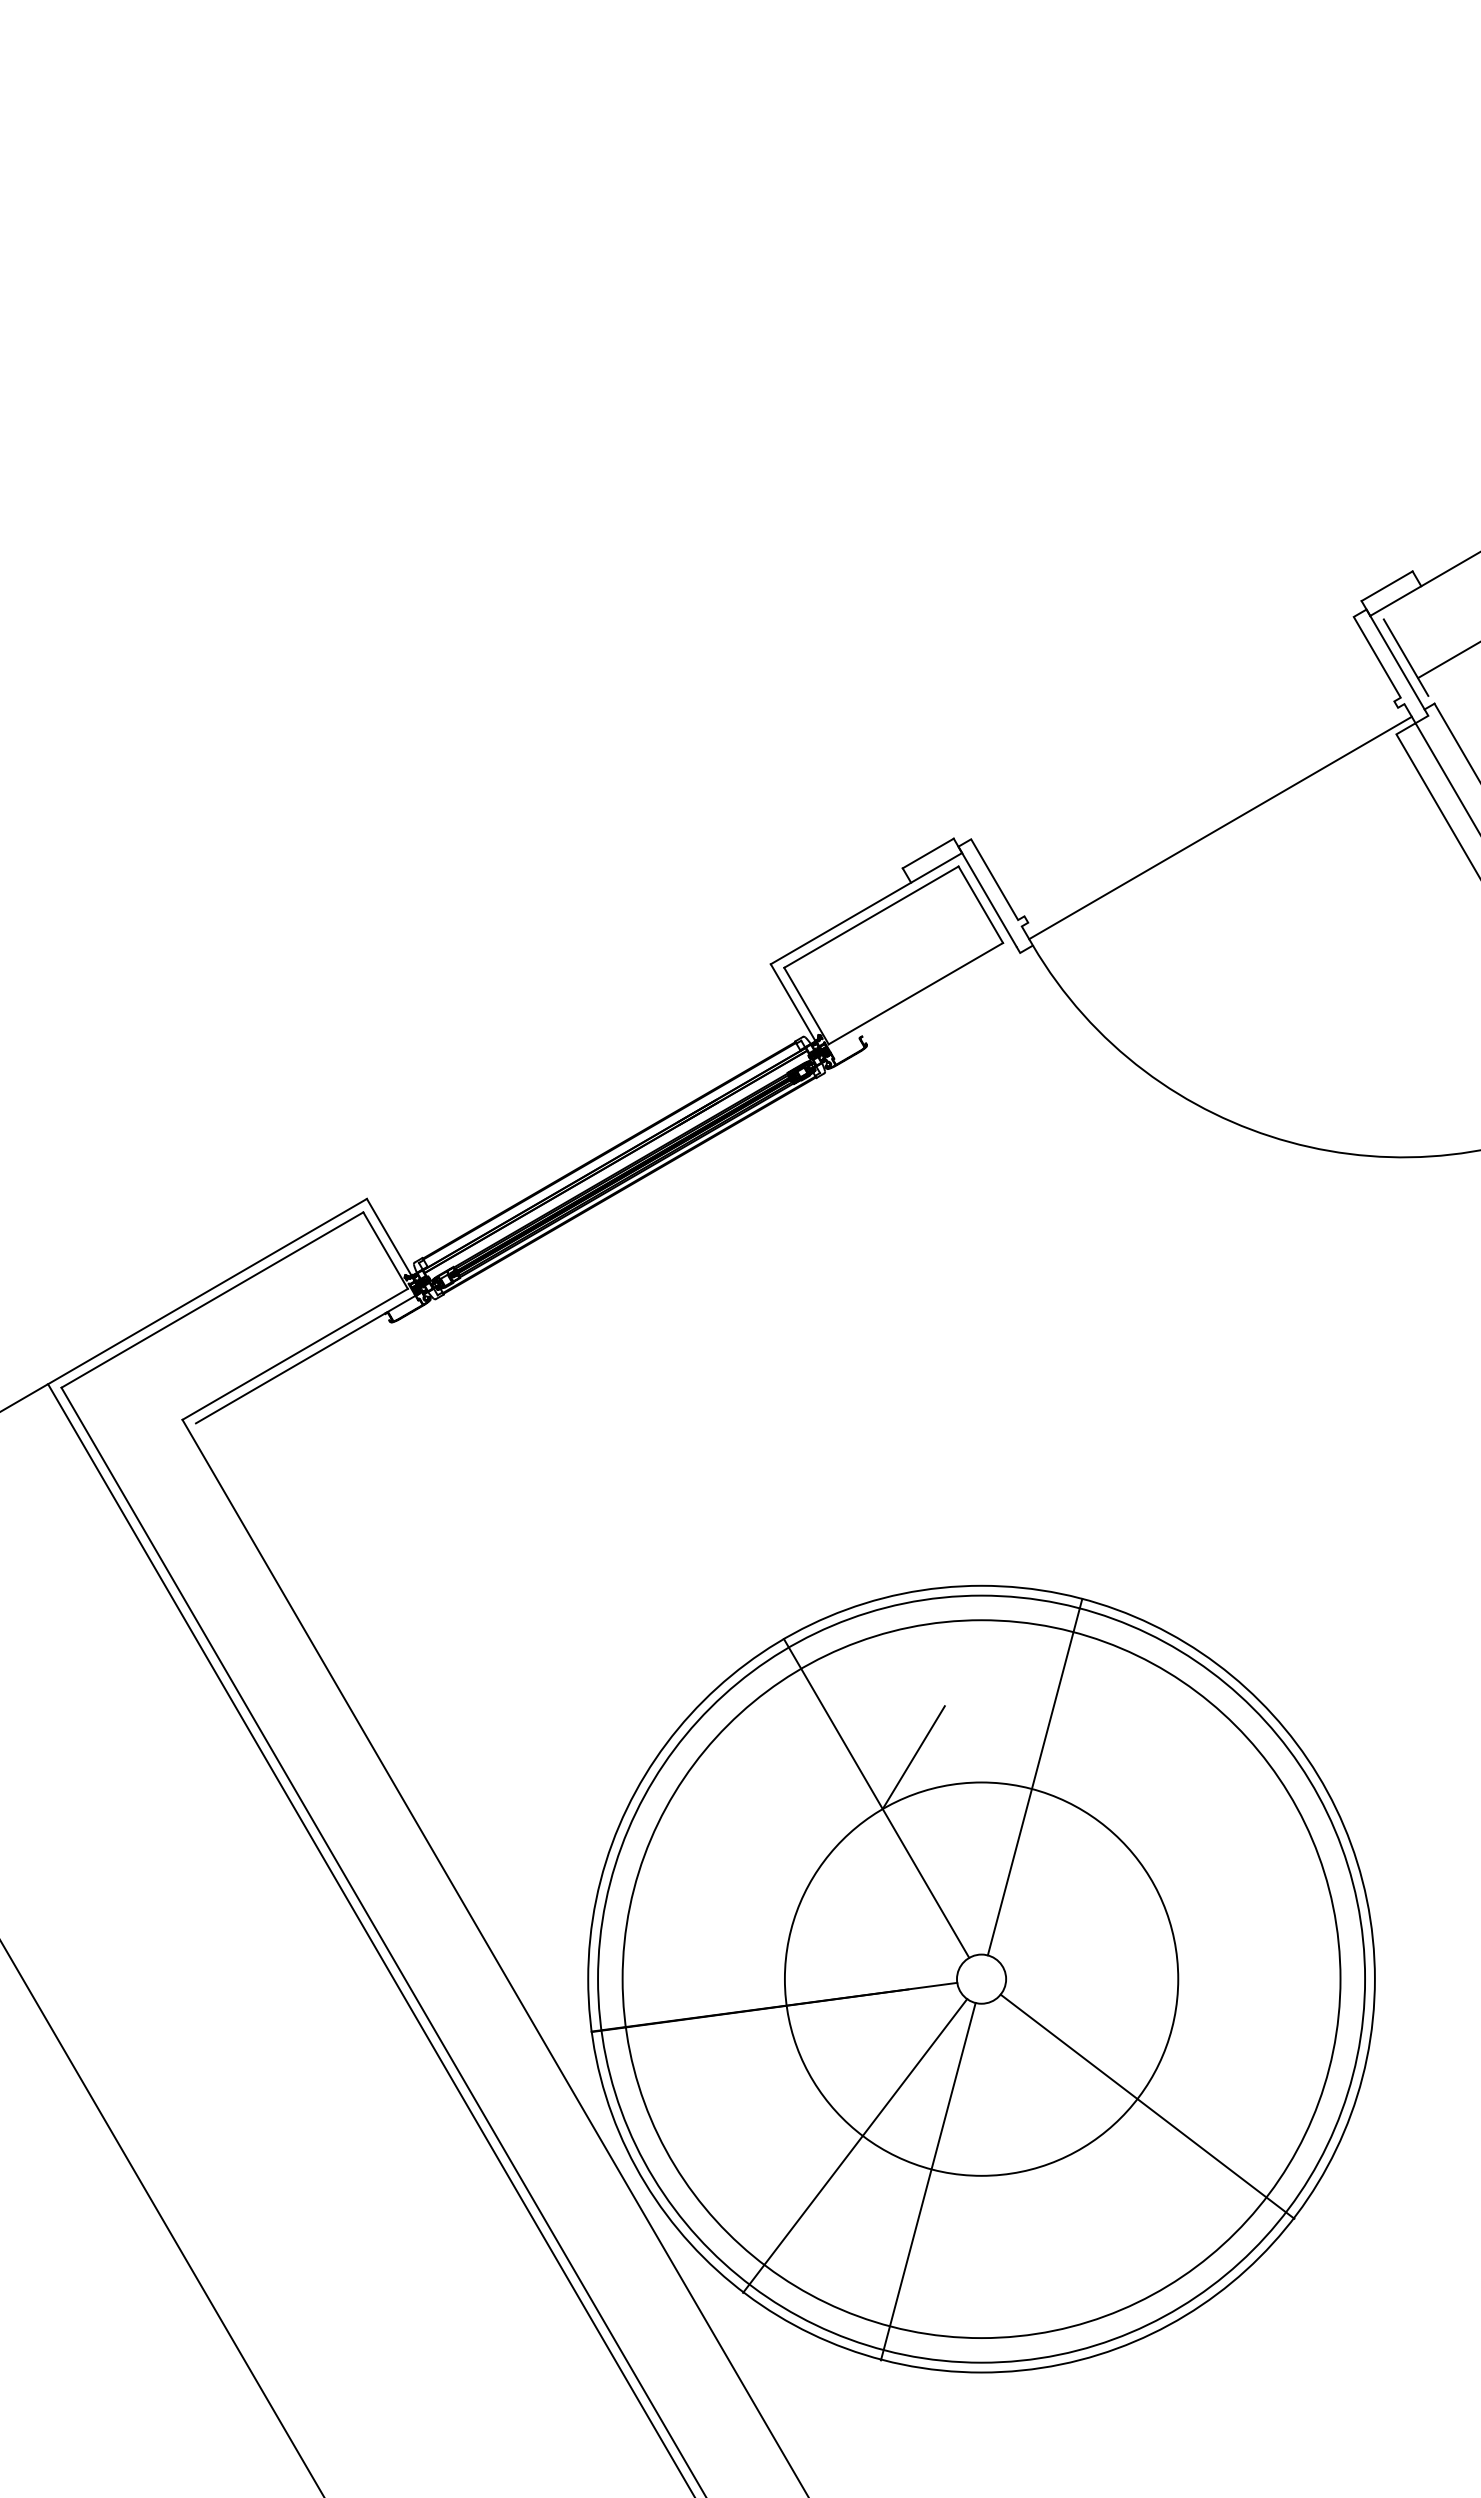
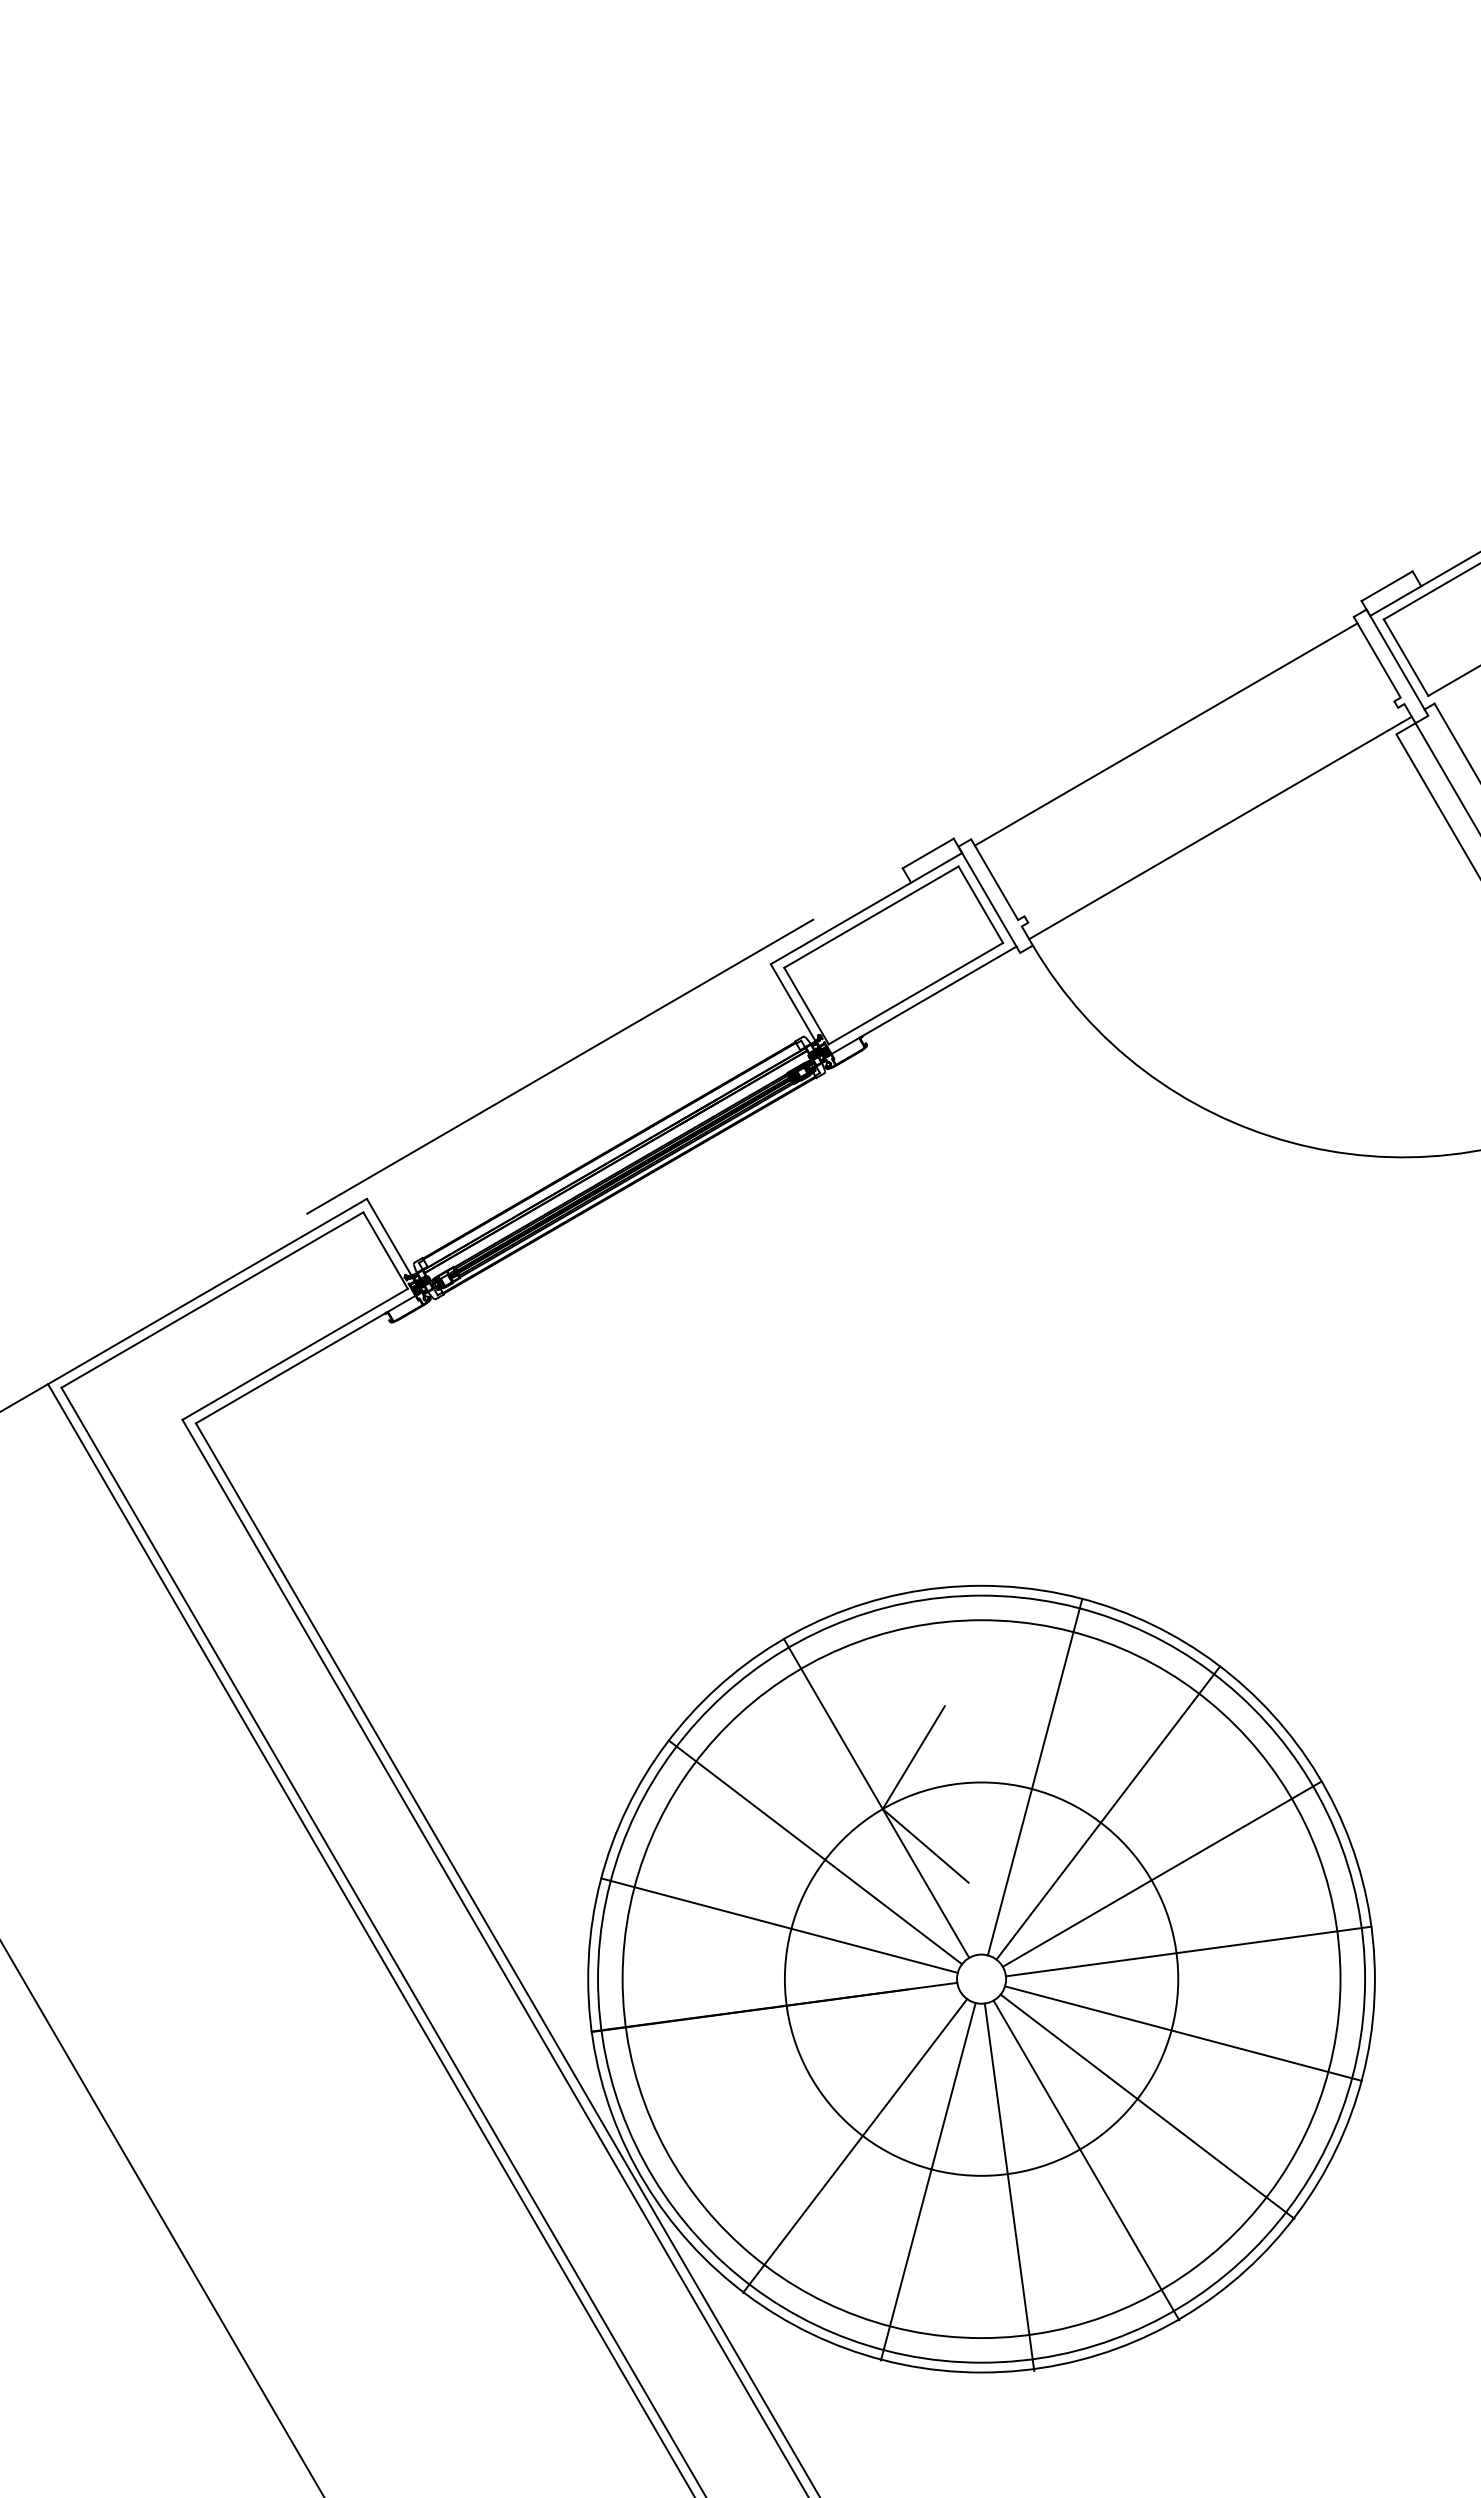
line at (1430, 592): none -> present
line at (1447, 660) position: (1447, 660) -> (1452, 681)
line at (1165, 734): none -> present
line at (920, 1001): none -> present
line at (560, 1066): none -> present
line at (1108, 1812): none -> present
line at (925, 1845): none -> present
line at (815, 1852): none -> present
line at (1161, 1873): none -> present
line at (779, 1925): none -> present
line at (1188, 1951): none -> present
line at (506, 1958): none -> present
line at (1183, 2033): none -> present
line at (1086, 2160): none -> present
line at (1009, 2187): none -> present
